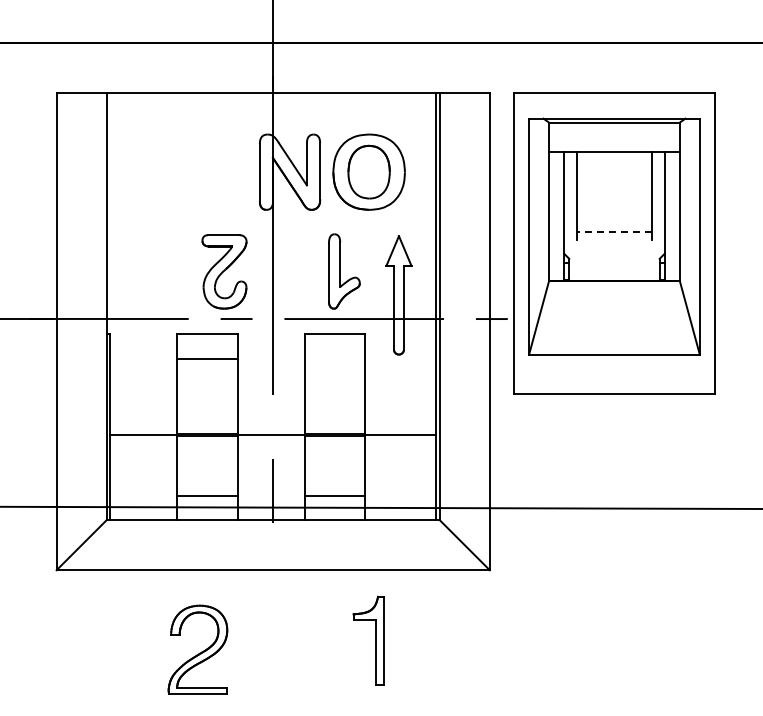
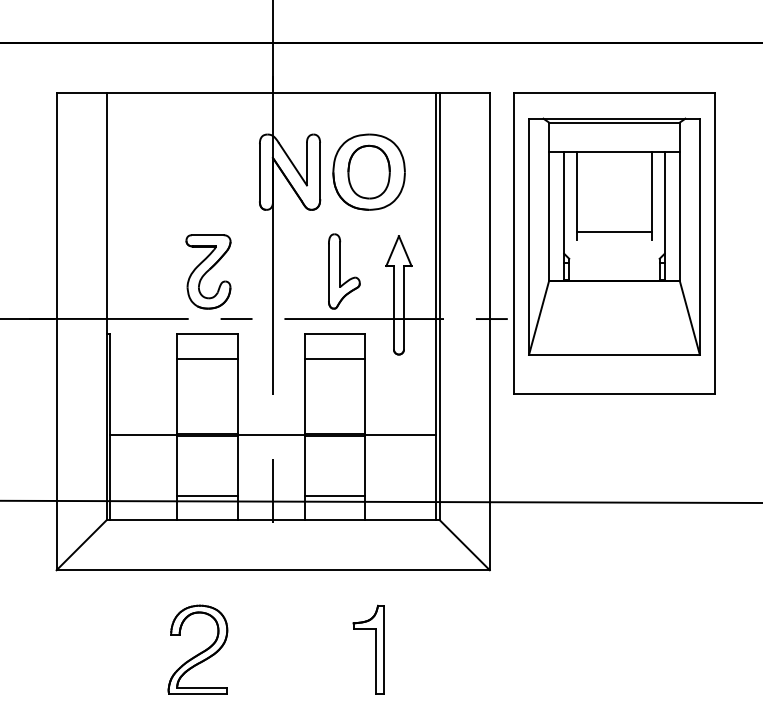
line at (614, 231): dashed -> solid
part at (224, 271) position: (224, 271) -> (208, 271)
line at (334, 358): none -> present
line at (380, 507) position: (380, 507) -> (380, 501)
part at (375, 640) position: (375, 640) -> (375, 649)
